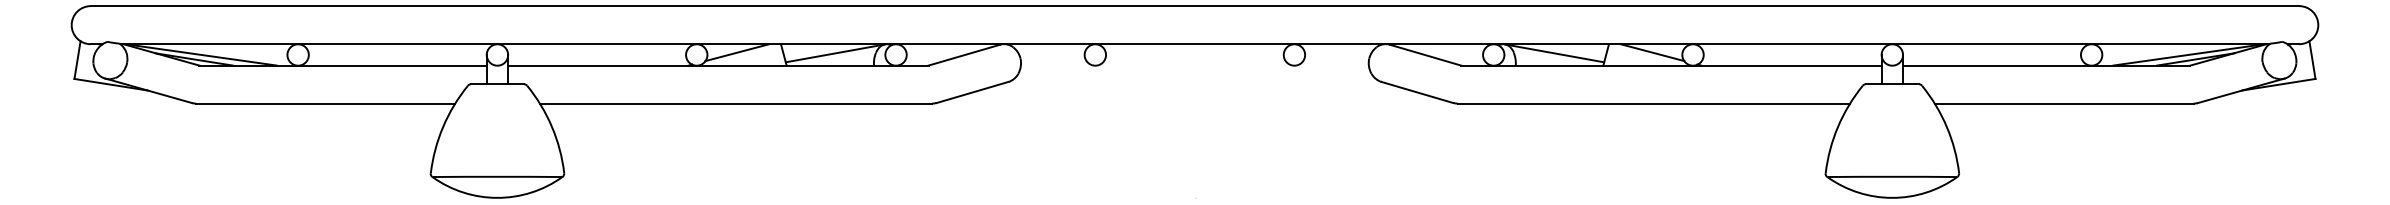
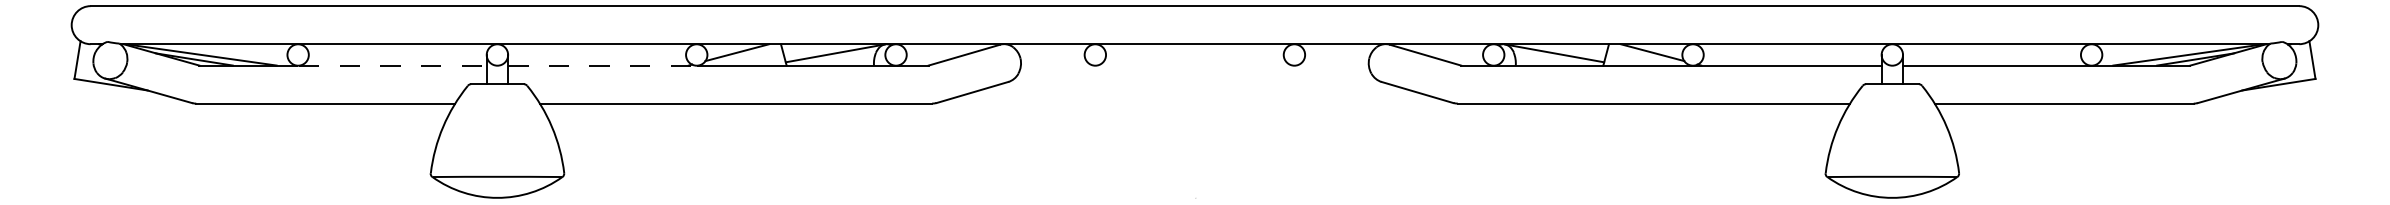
line at (393, 65): solid -> dashed
line at (601, 65): solid -> dashed
